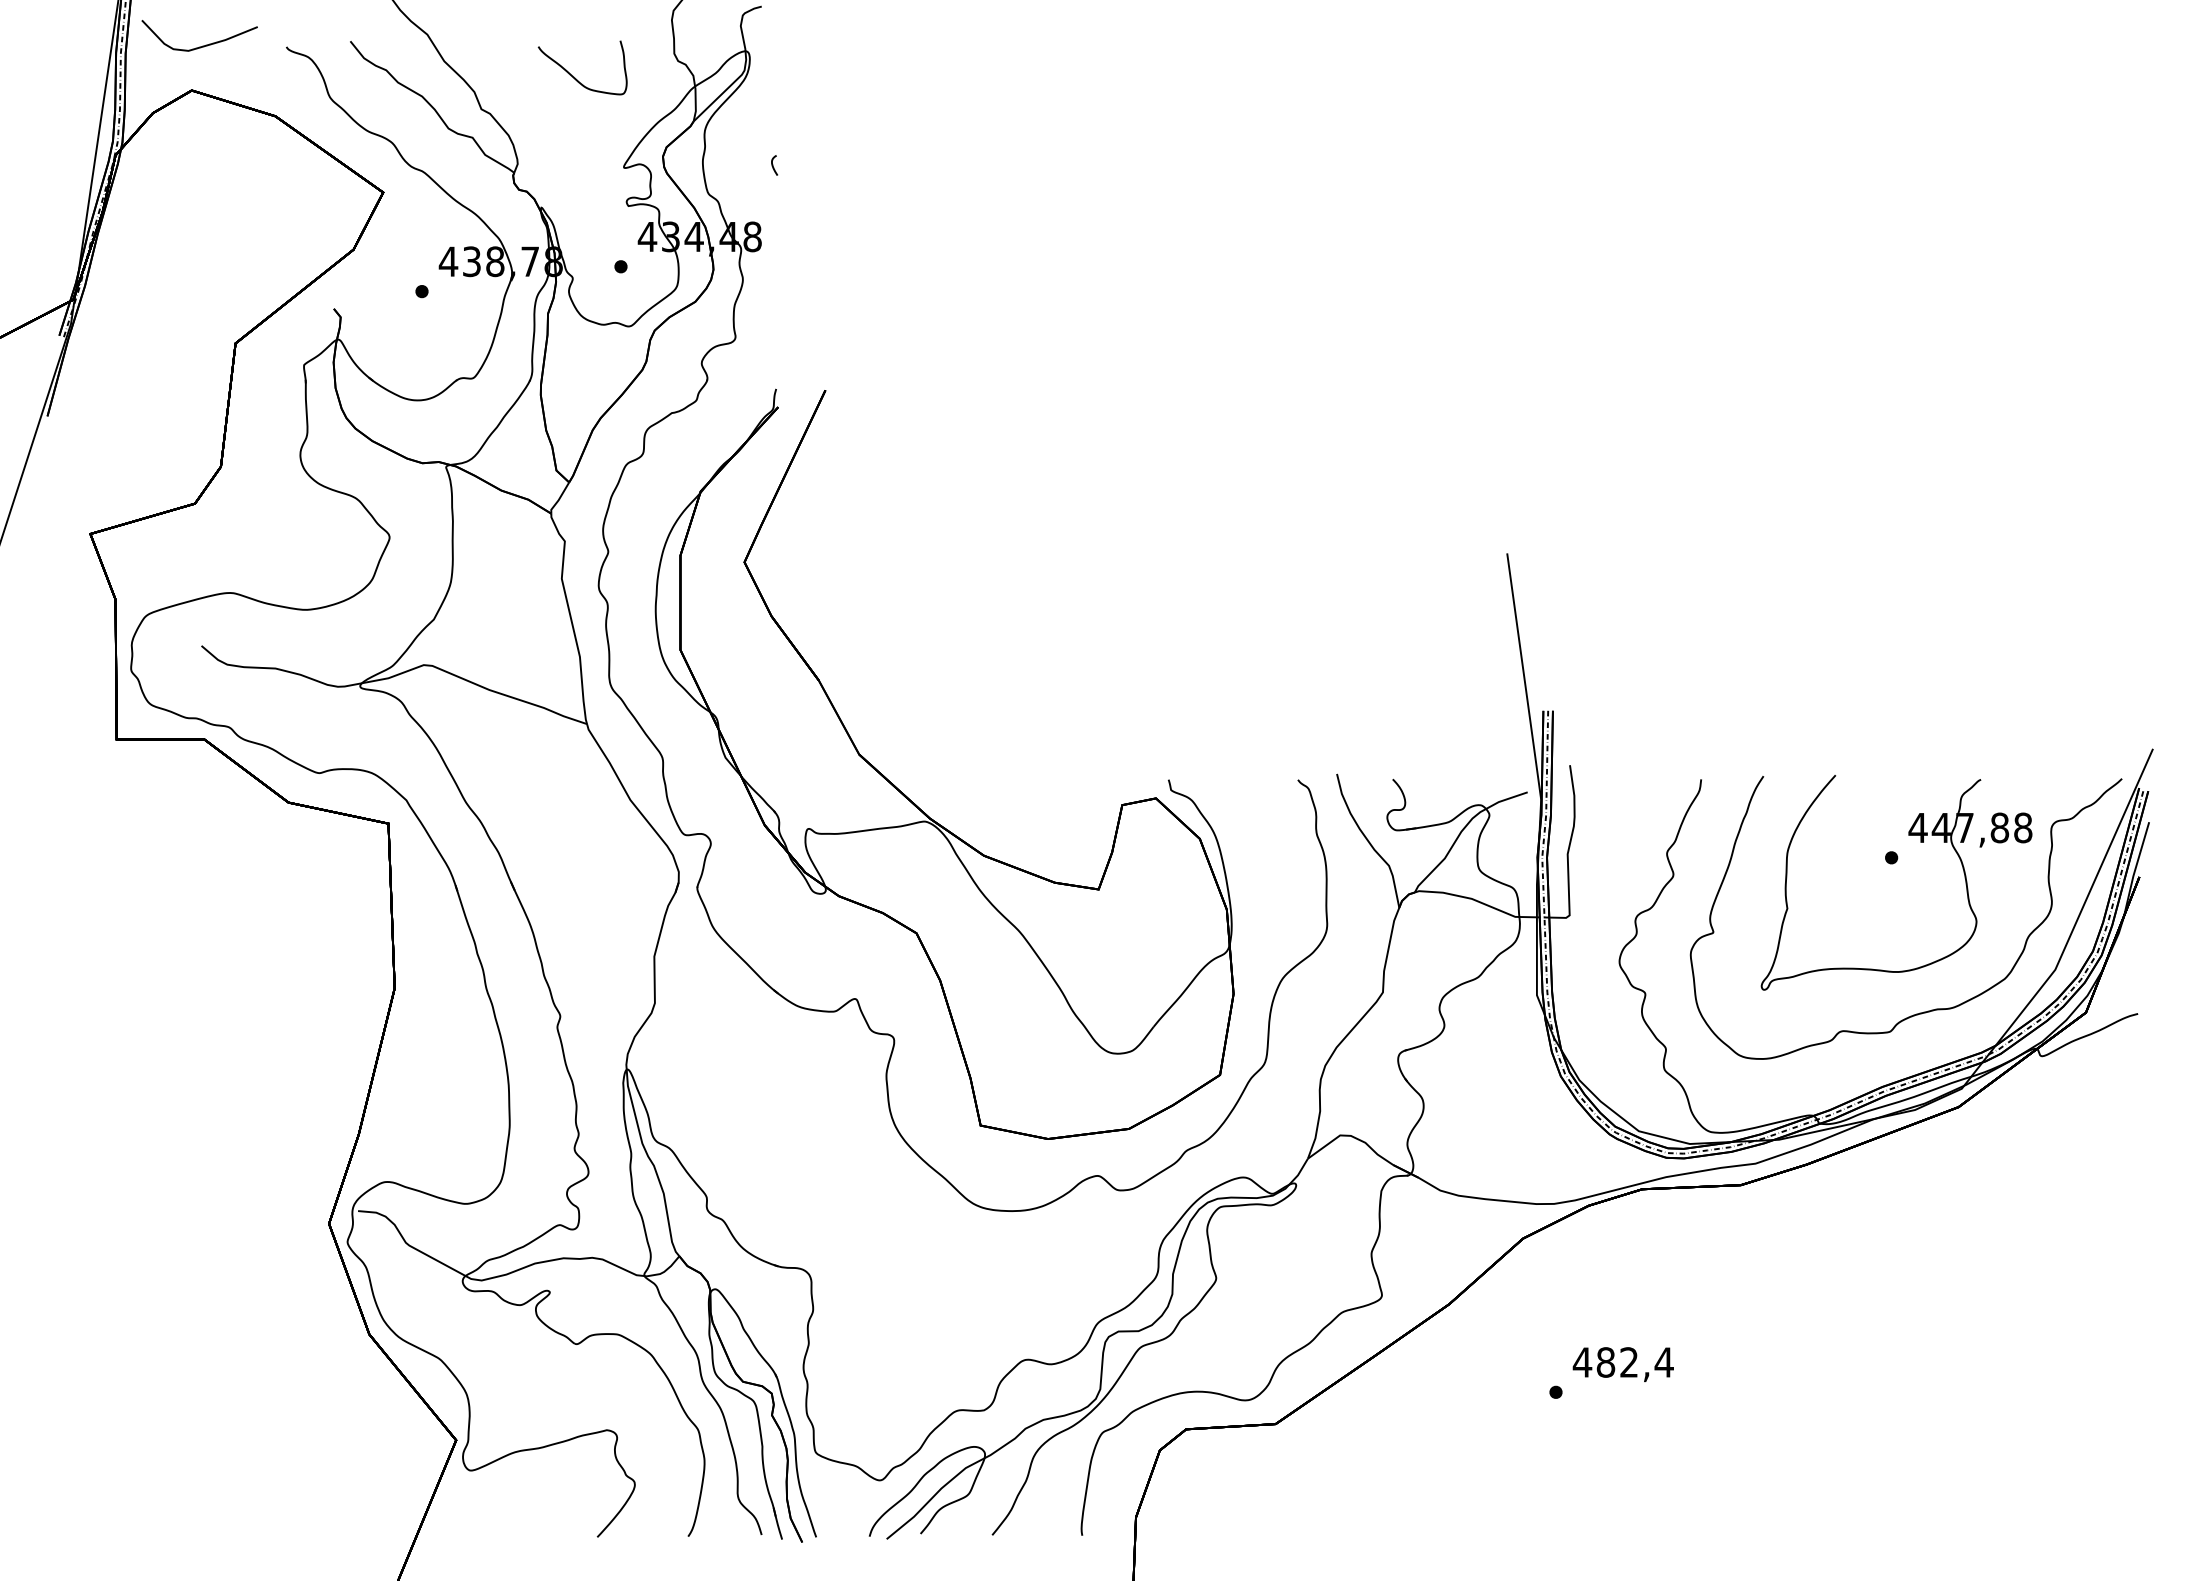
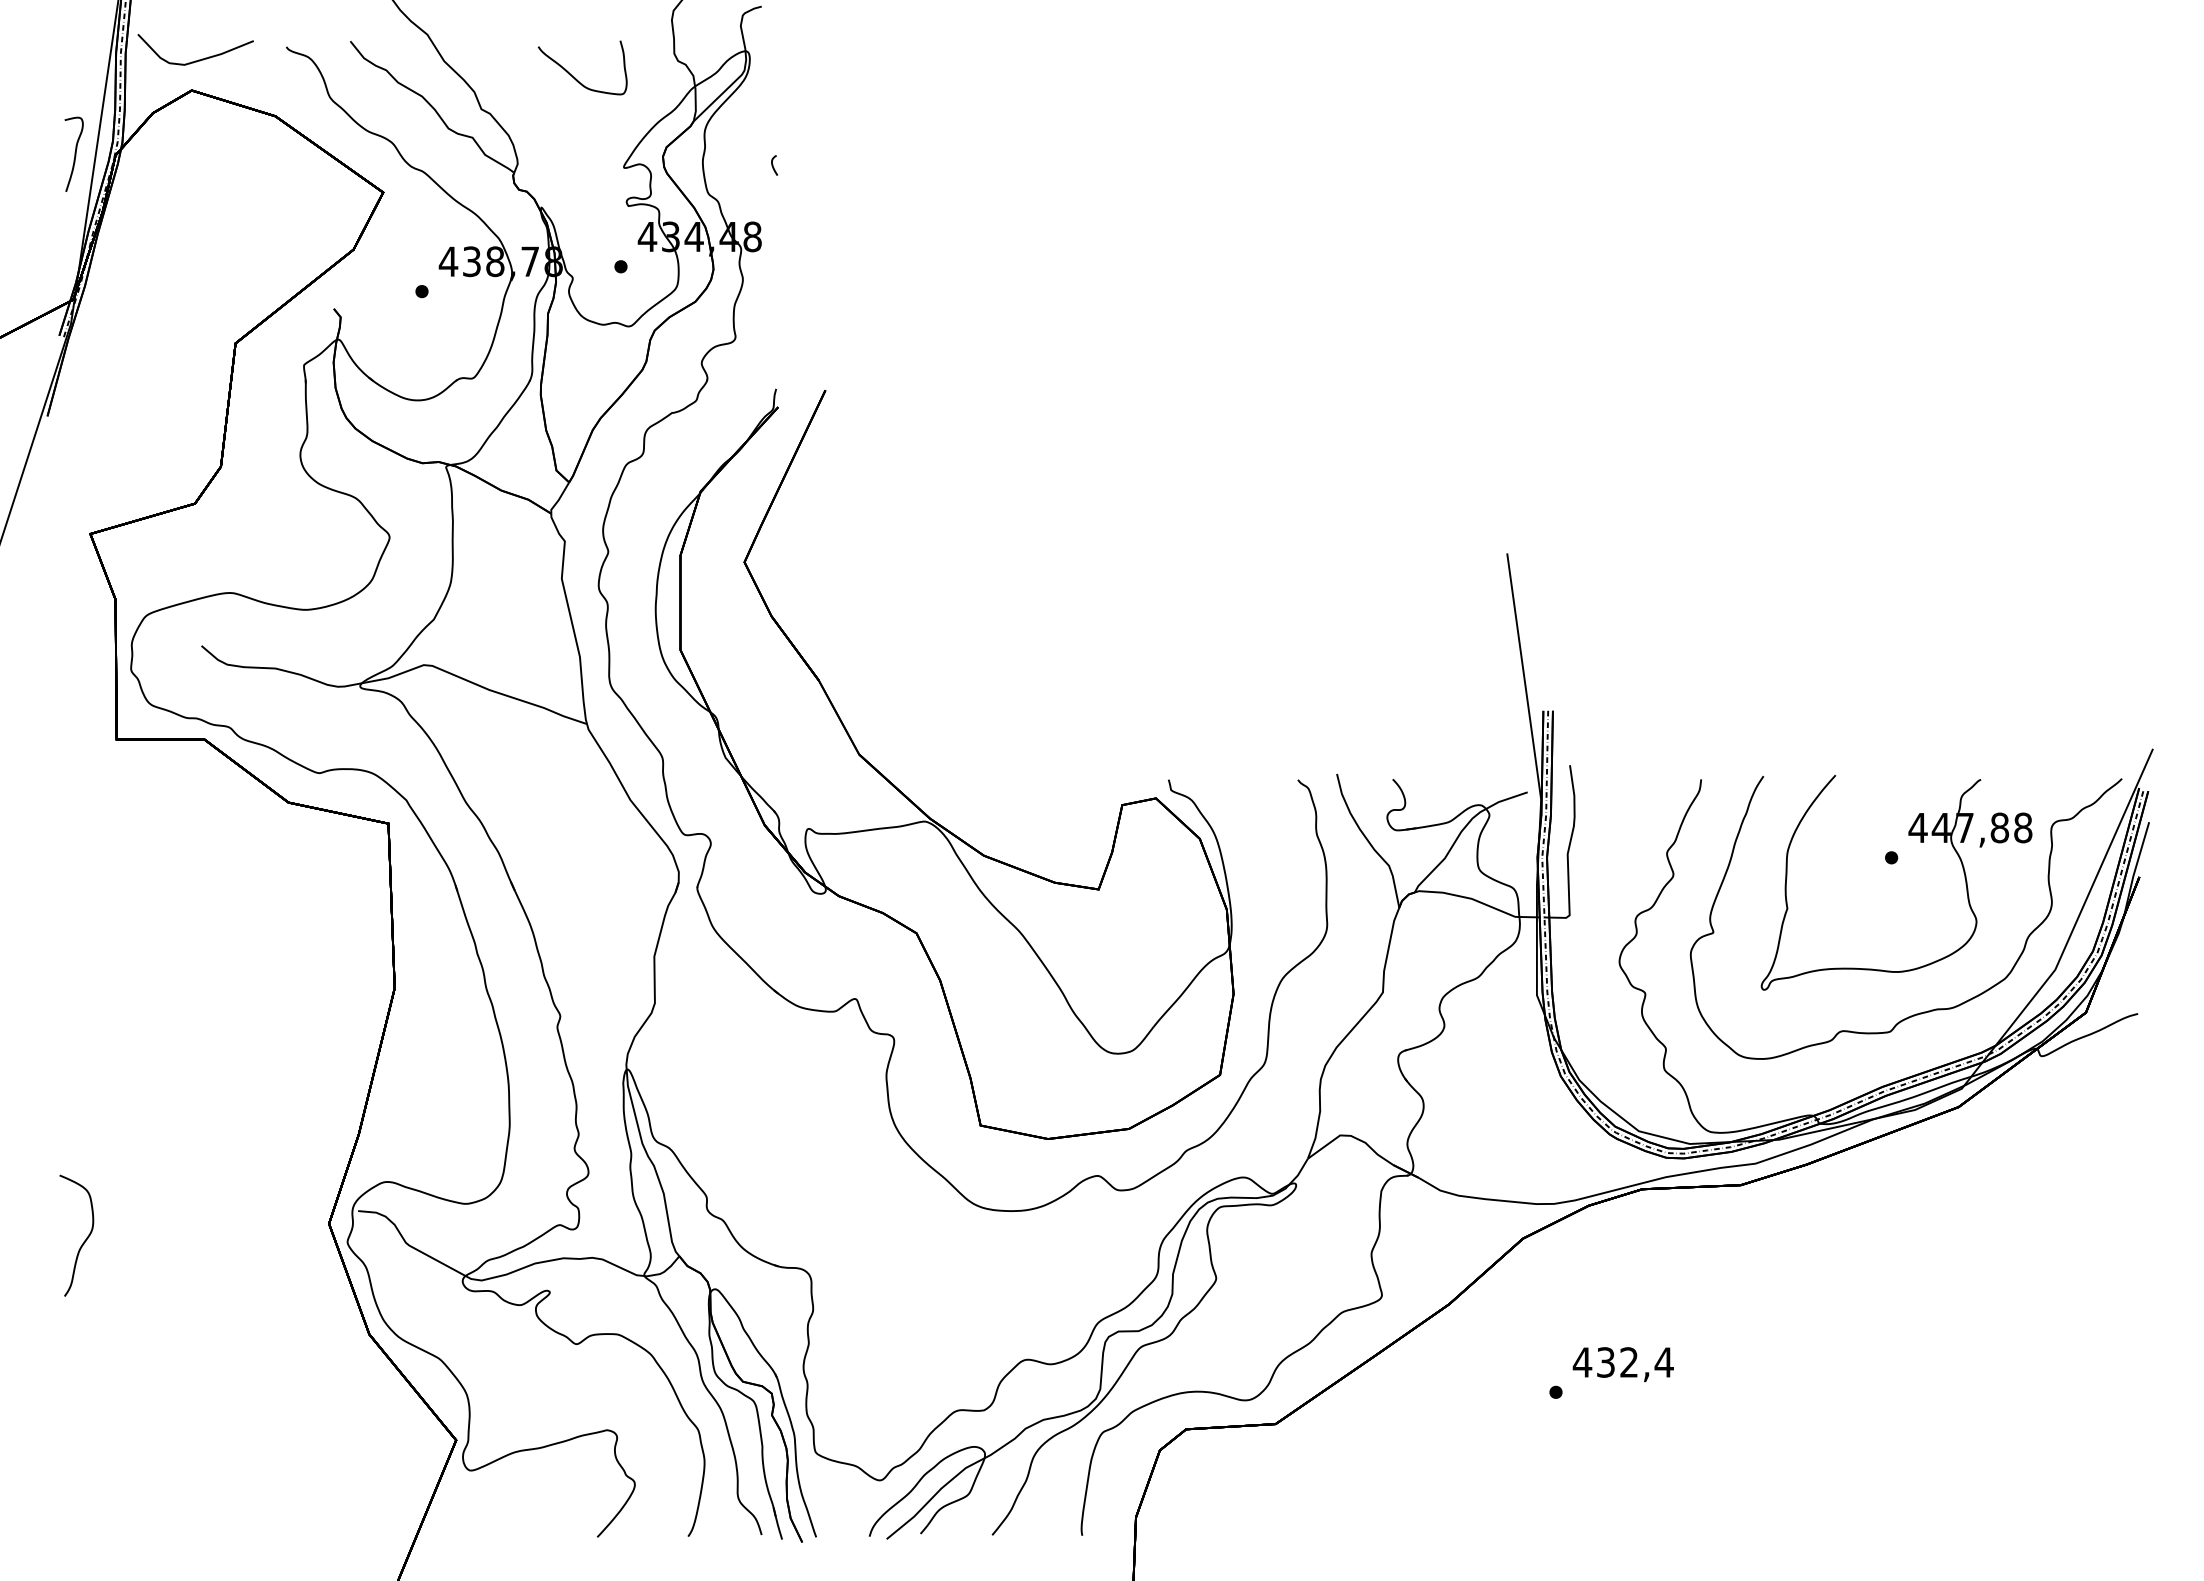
curve at (202, 45) position: (202, 45) -> (198, 59)
curve at (74, 153): none -> present
curve at (83, 1241): none -> present
text at (1605, 1362): 482,4 -> 432,4
